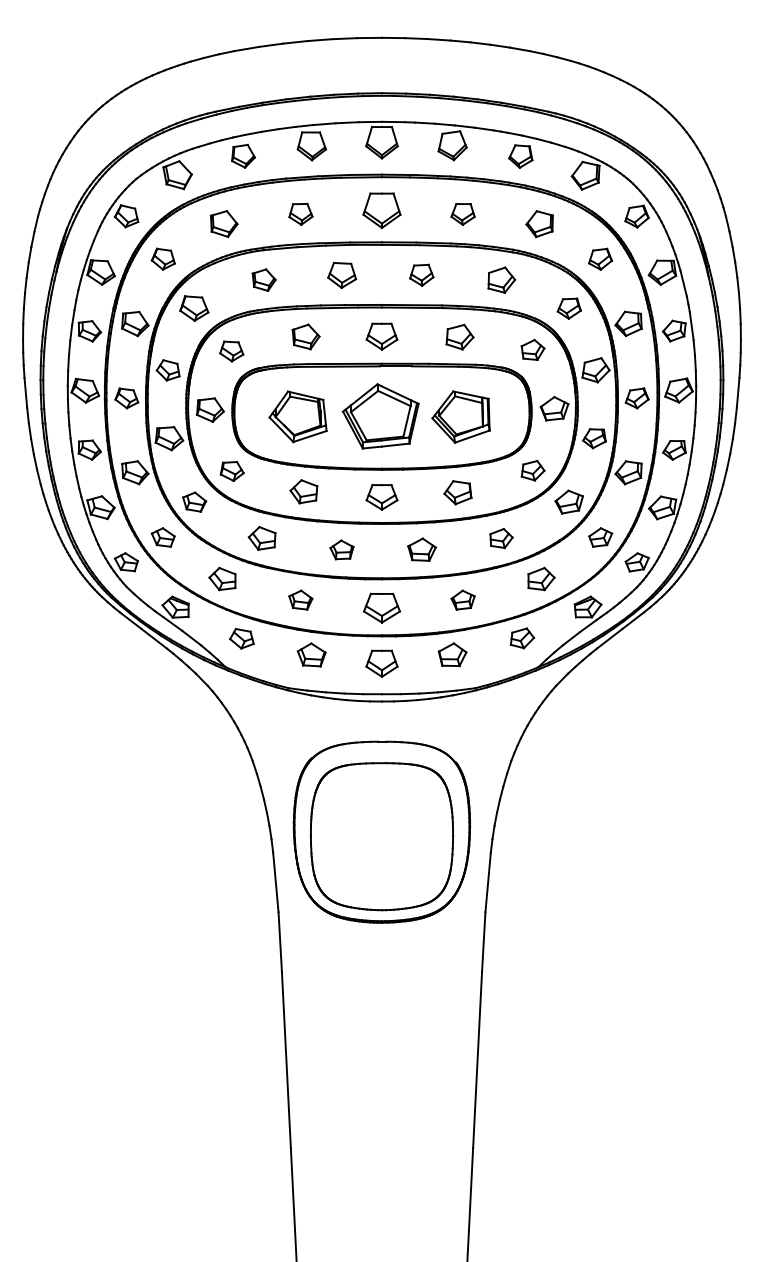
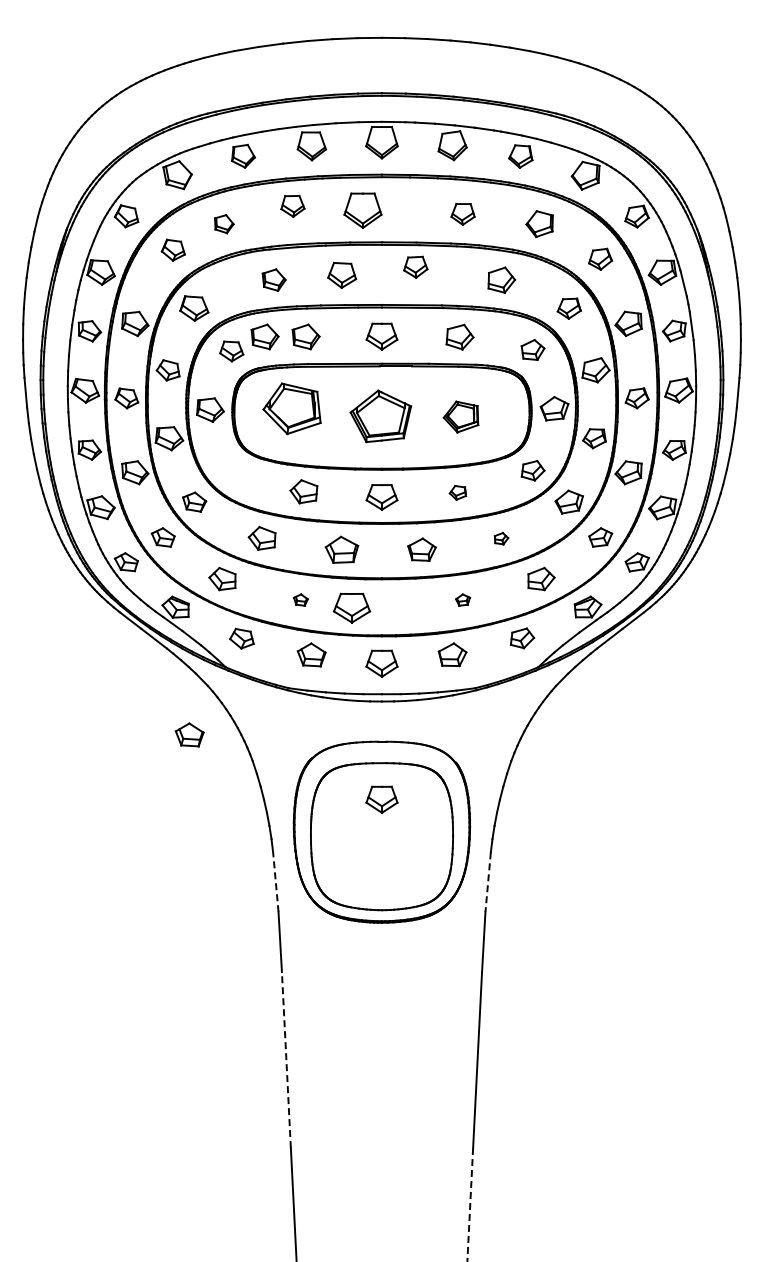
part at (381, 210) position: (381, 210) -> (362, 210)
part at (300, 213) position: (300, 213) -> (292, 205)
part at (224, 224) size: 29x29 px -> 21x21 px
part at (162, 258) position: (162, 258) -> (172, 249)
part at (421, 274) position: (421, 274) -> (415, 266)
part at (263, 279) position: (263, 279) -> (273, 279)
part at (264, 336): none -> present
part at (297, 416) position: (297, 416) -> (291, 408)
part at (380, 416) size: 78x67 px -> 64x55 px
part at (460, 416) size: 60x54 px -> 38x34 px
part at (231, 471): present -> none
part at (457, 492) size: 30x26 px -> 20x17 px
part at (501, 538) size: 25x22 px -> 17x14 px
part at (341, 549) size: 26x22 px -> 36x29 px
part at (300, 599) size: 26x22 px -> 17x14 px
part at (462, 599) size: 26x22 px -> 17x14 px
part at (382, 607) position: (382, 607) -> (352, 607)
part at (189, 734): none -> present
part at (381, 799): none -> present
line at (275, 881): solid -> dashed
line at (488, 882): solid -> dashed
line at (286, 1059): solid -> dashed
line at (470, 1204): solid -> dashed
